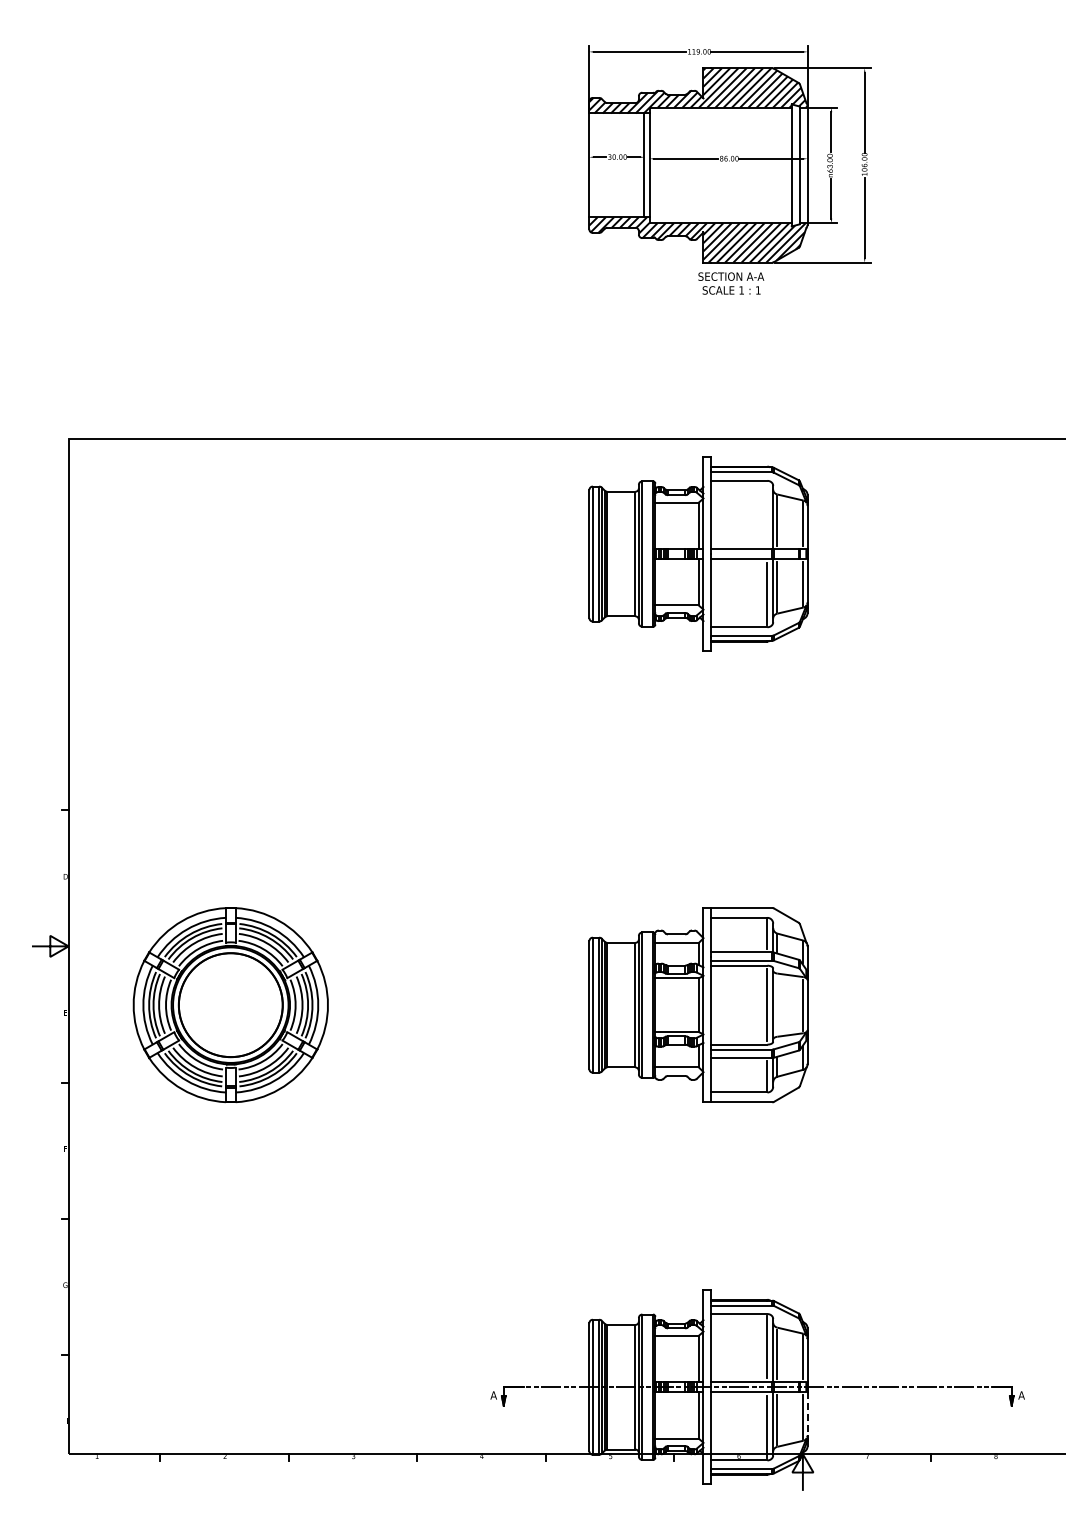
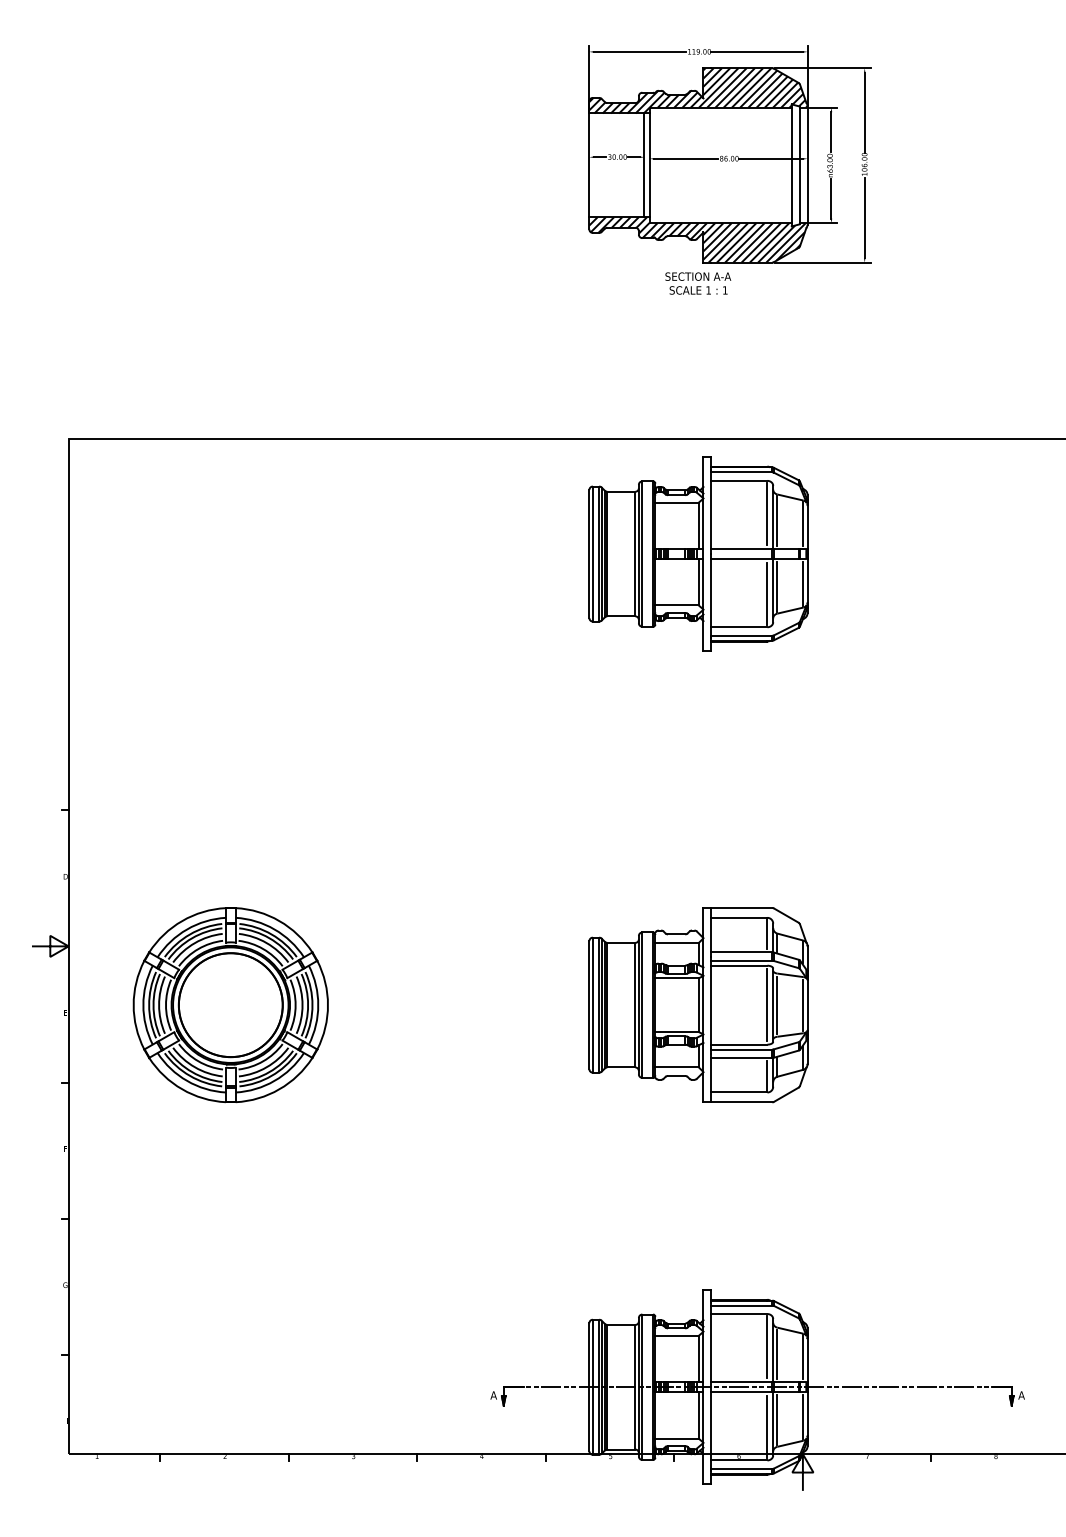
text at (731, 283) position: (731, 283) -> (698, 283)
line at (767, 514): none -> present
line at (777, 1004): none -> present
line at (807, 1414): dashed -> solid
